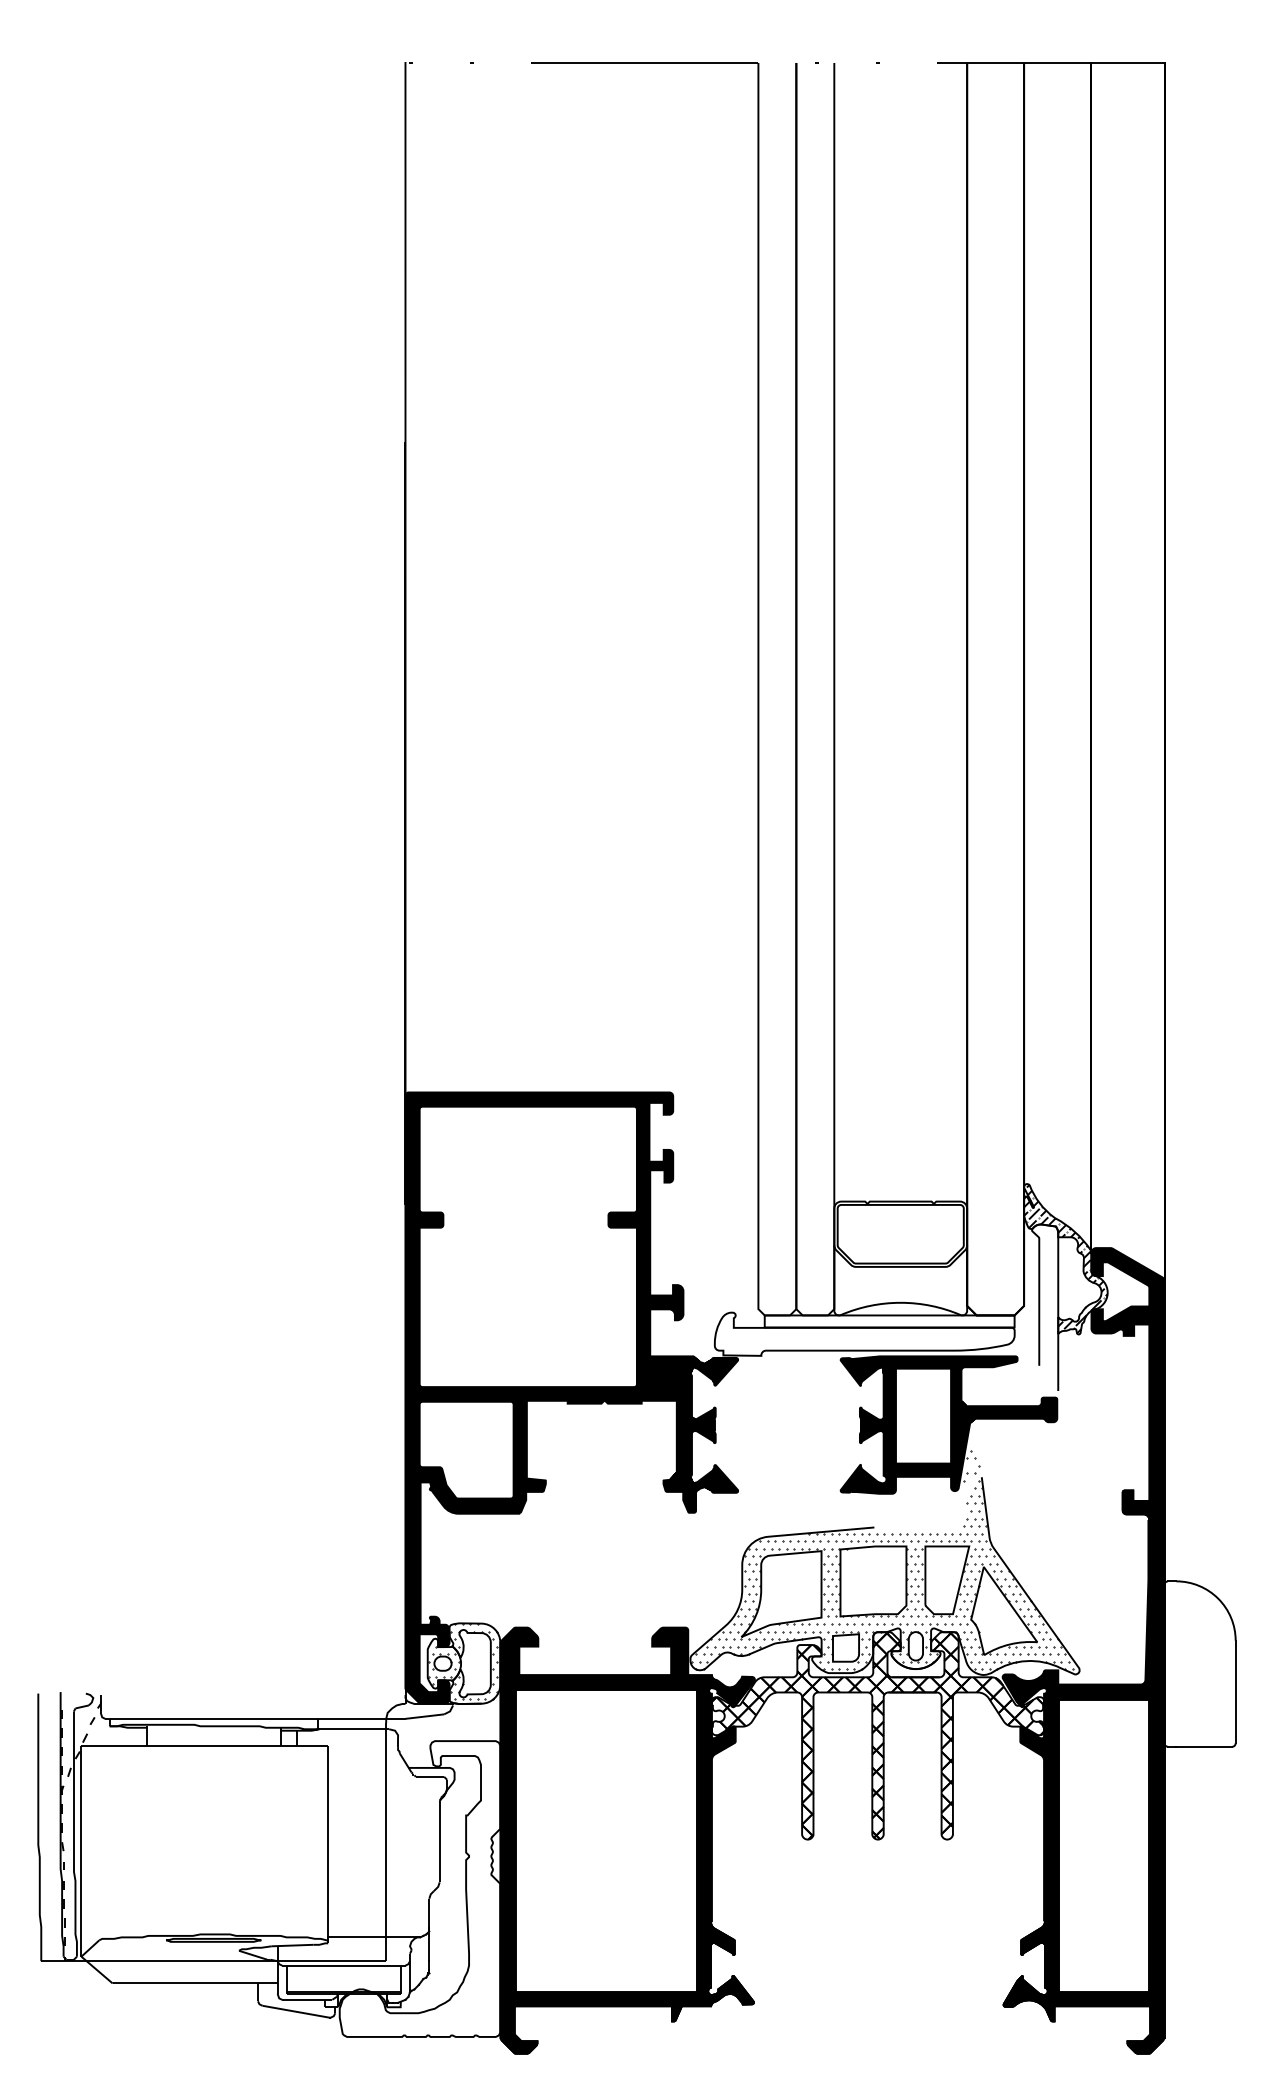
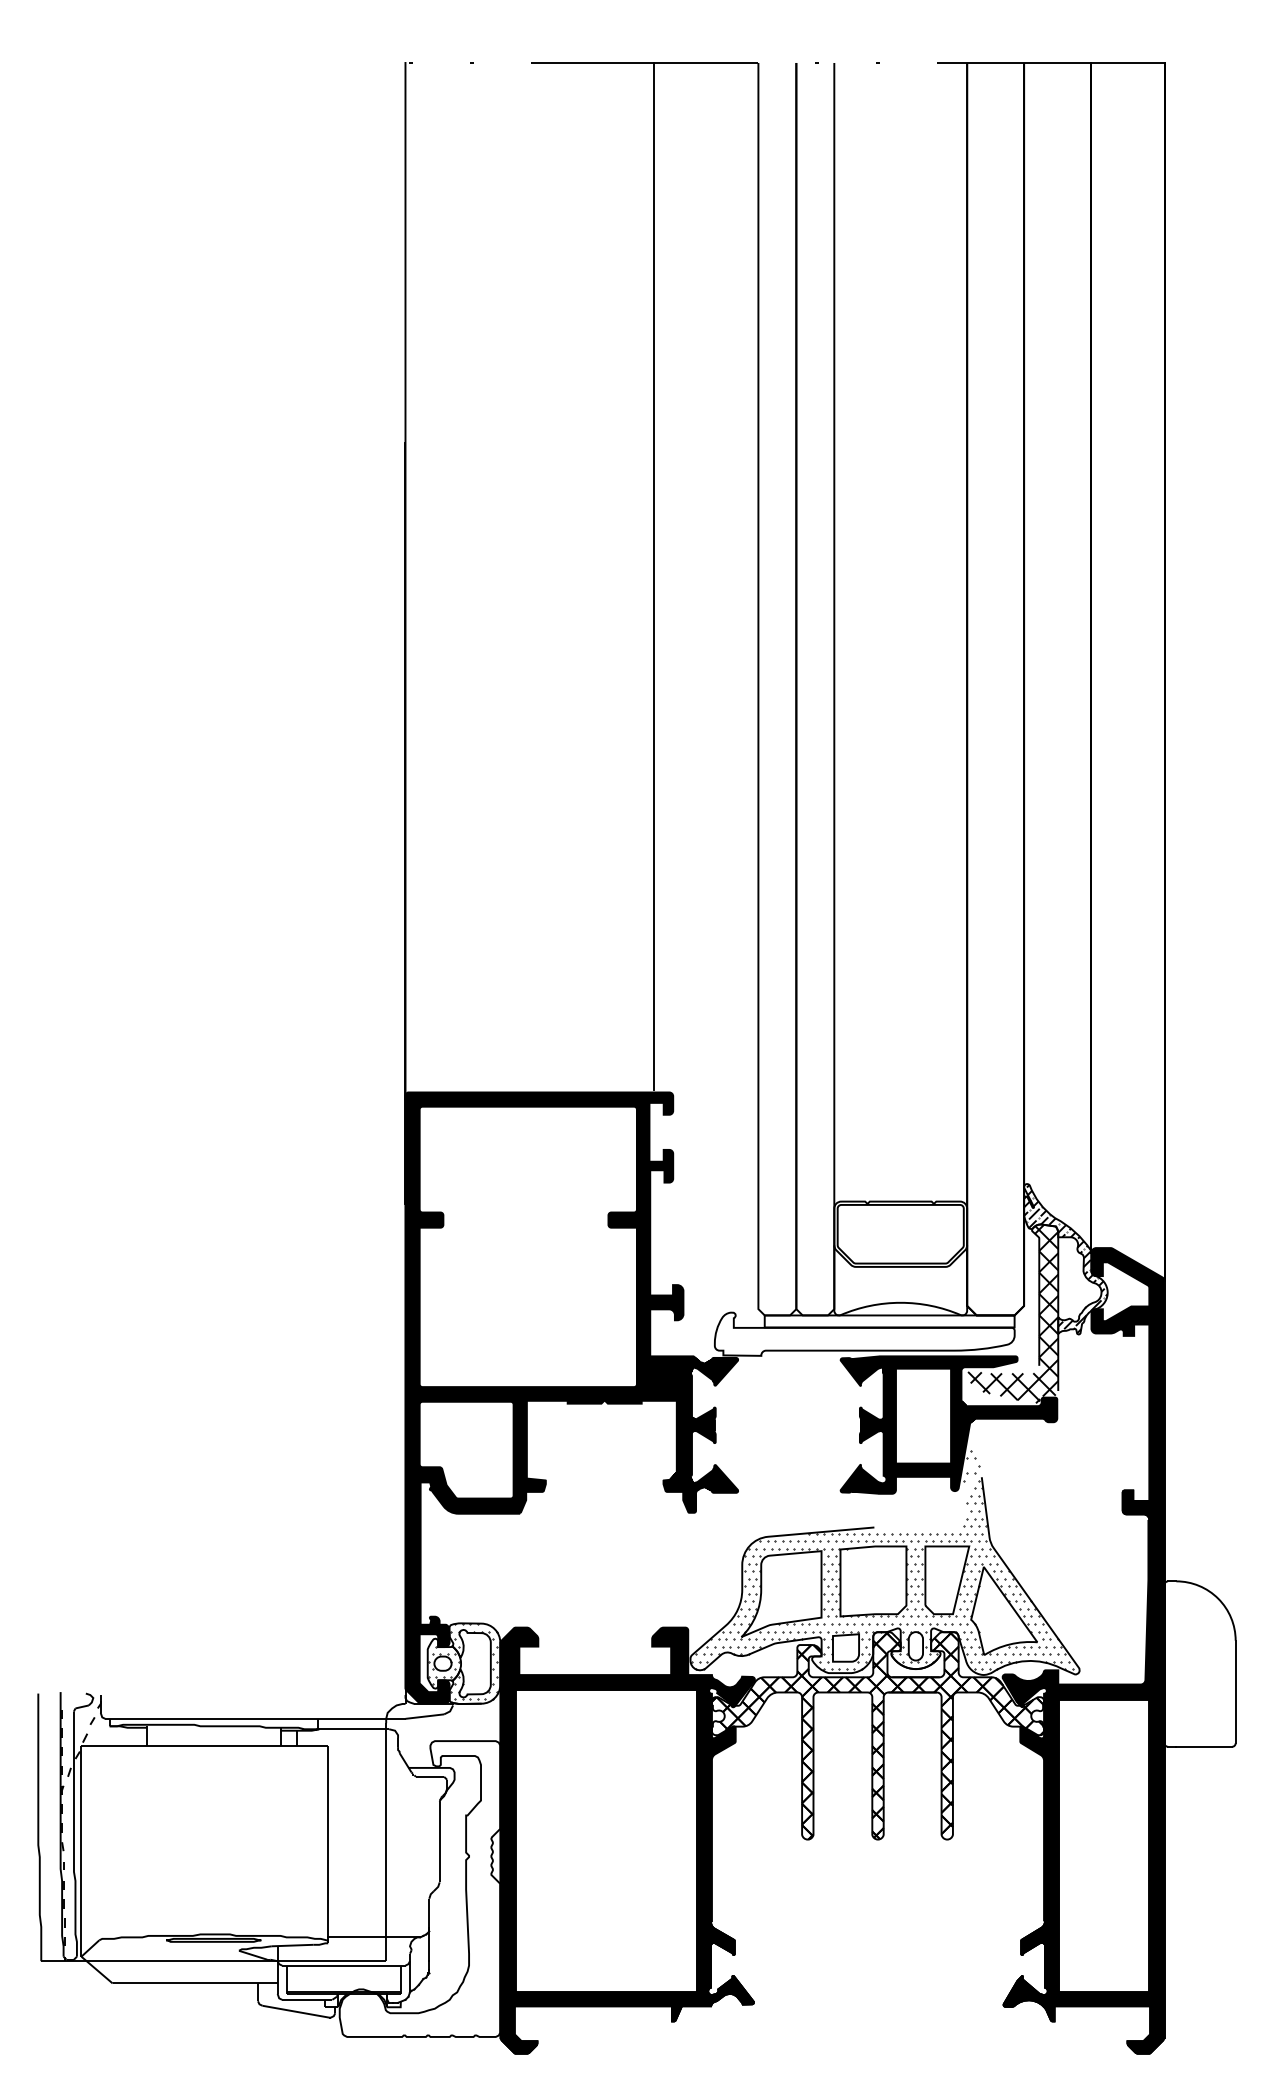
line at (654, 575): none -> present
hatch at (1013, 1313): none -> present
